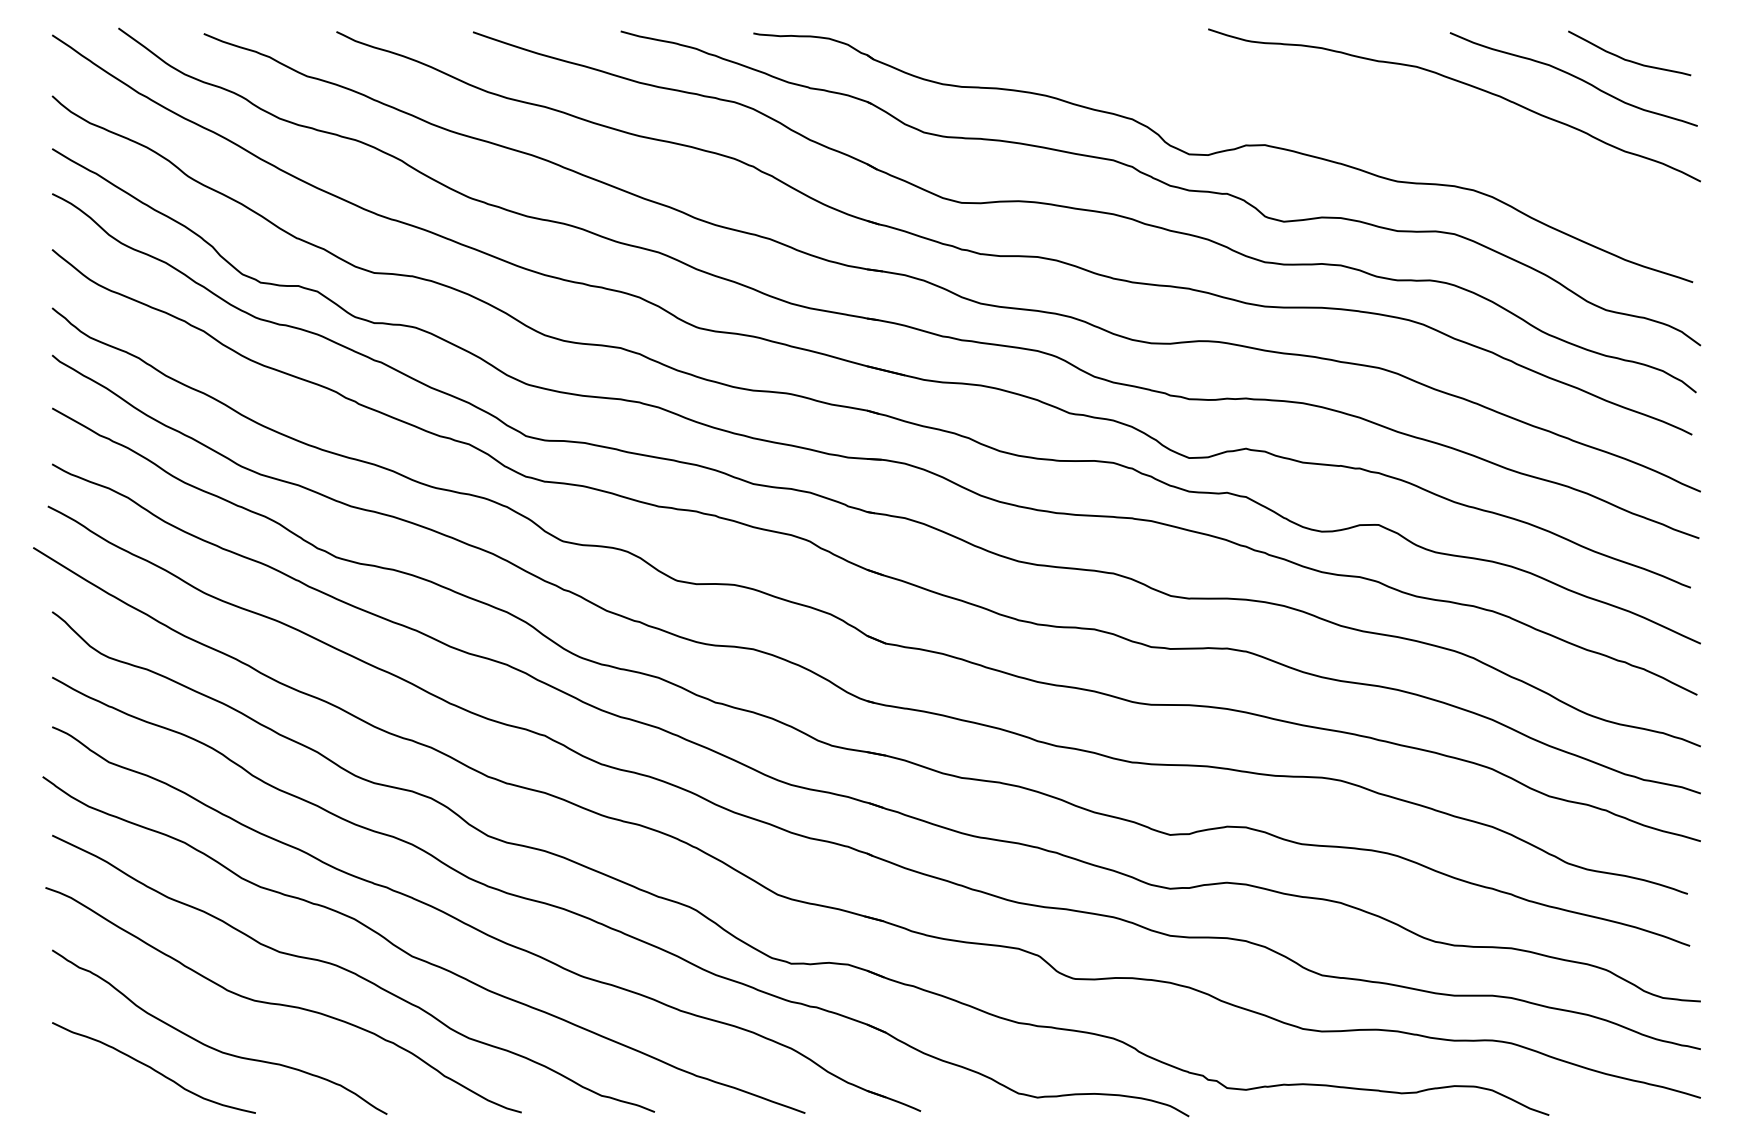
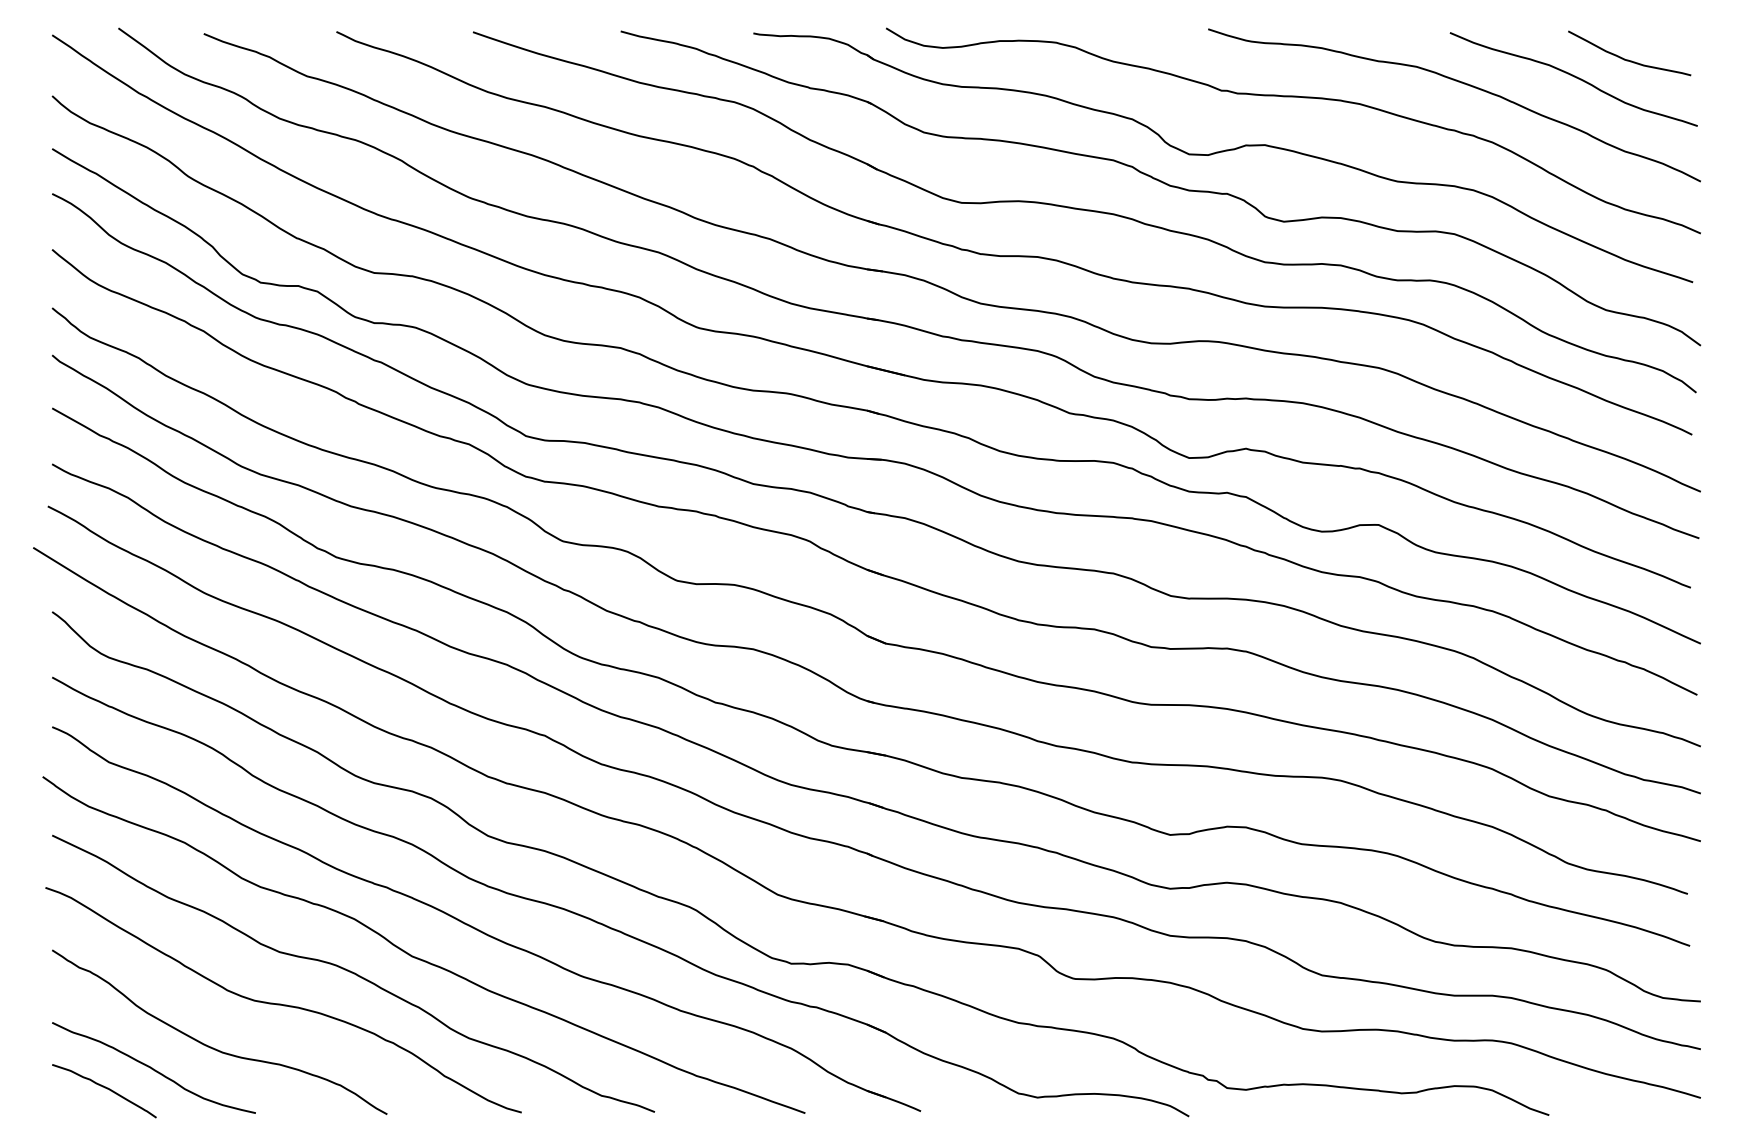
curve at (1293, 97): none -> present
curve at (104, 1088): none -> present
